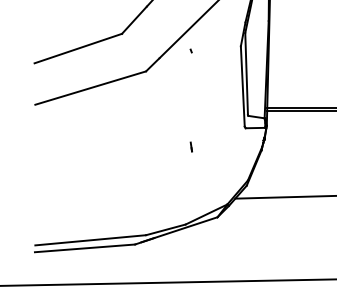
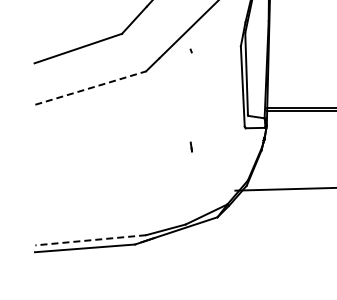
line at (90, 88): solid -> dashed
line at (284, 196) position: (284, 196) -> (284, 188)
line at (90, 240): solid -> dashed
line at (167, 282): present -> none
